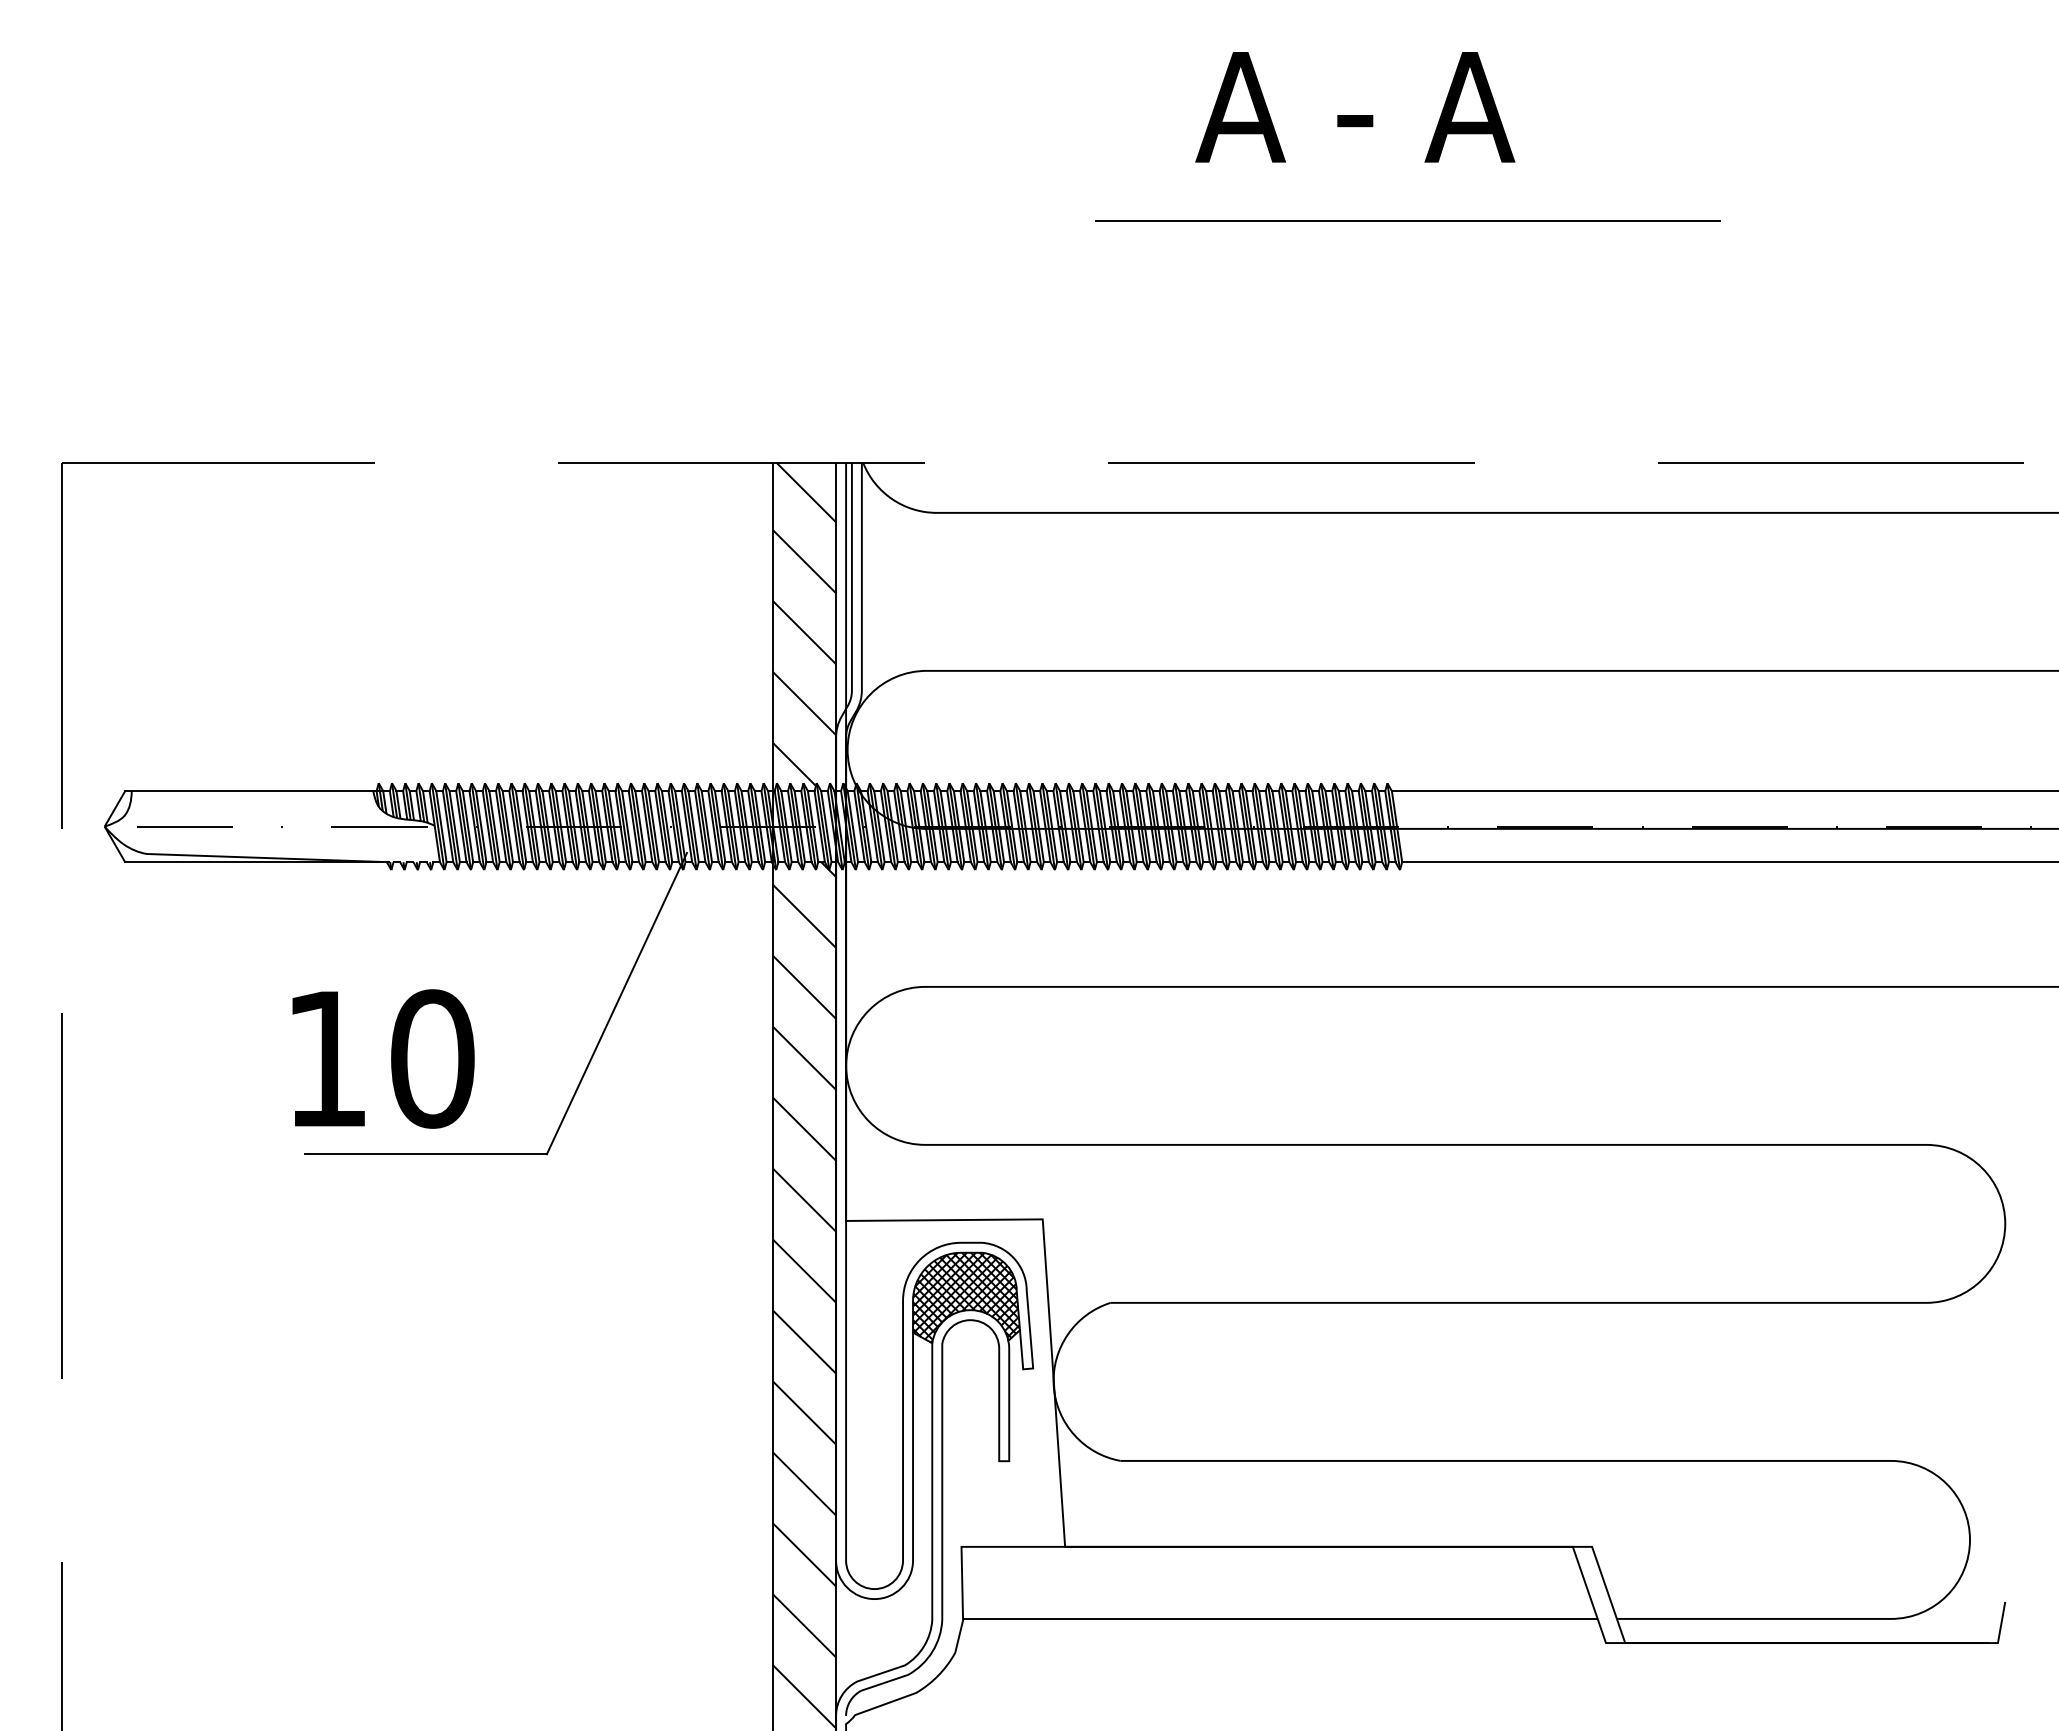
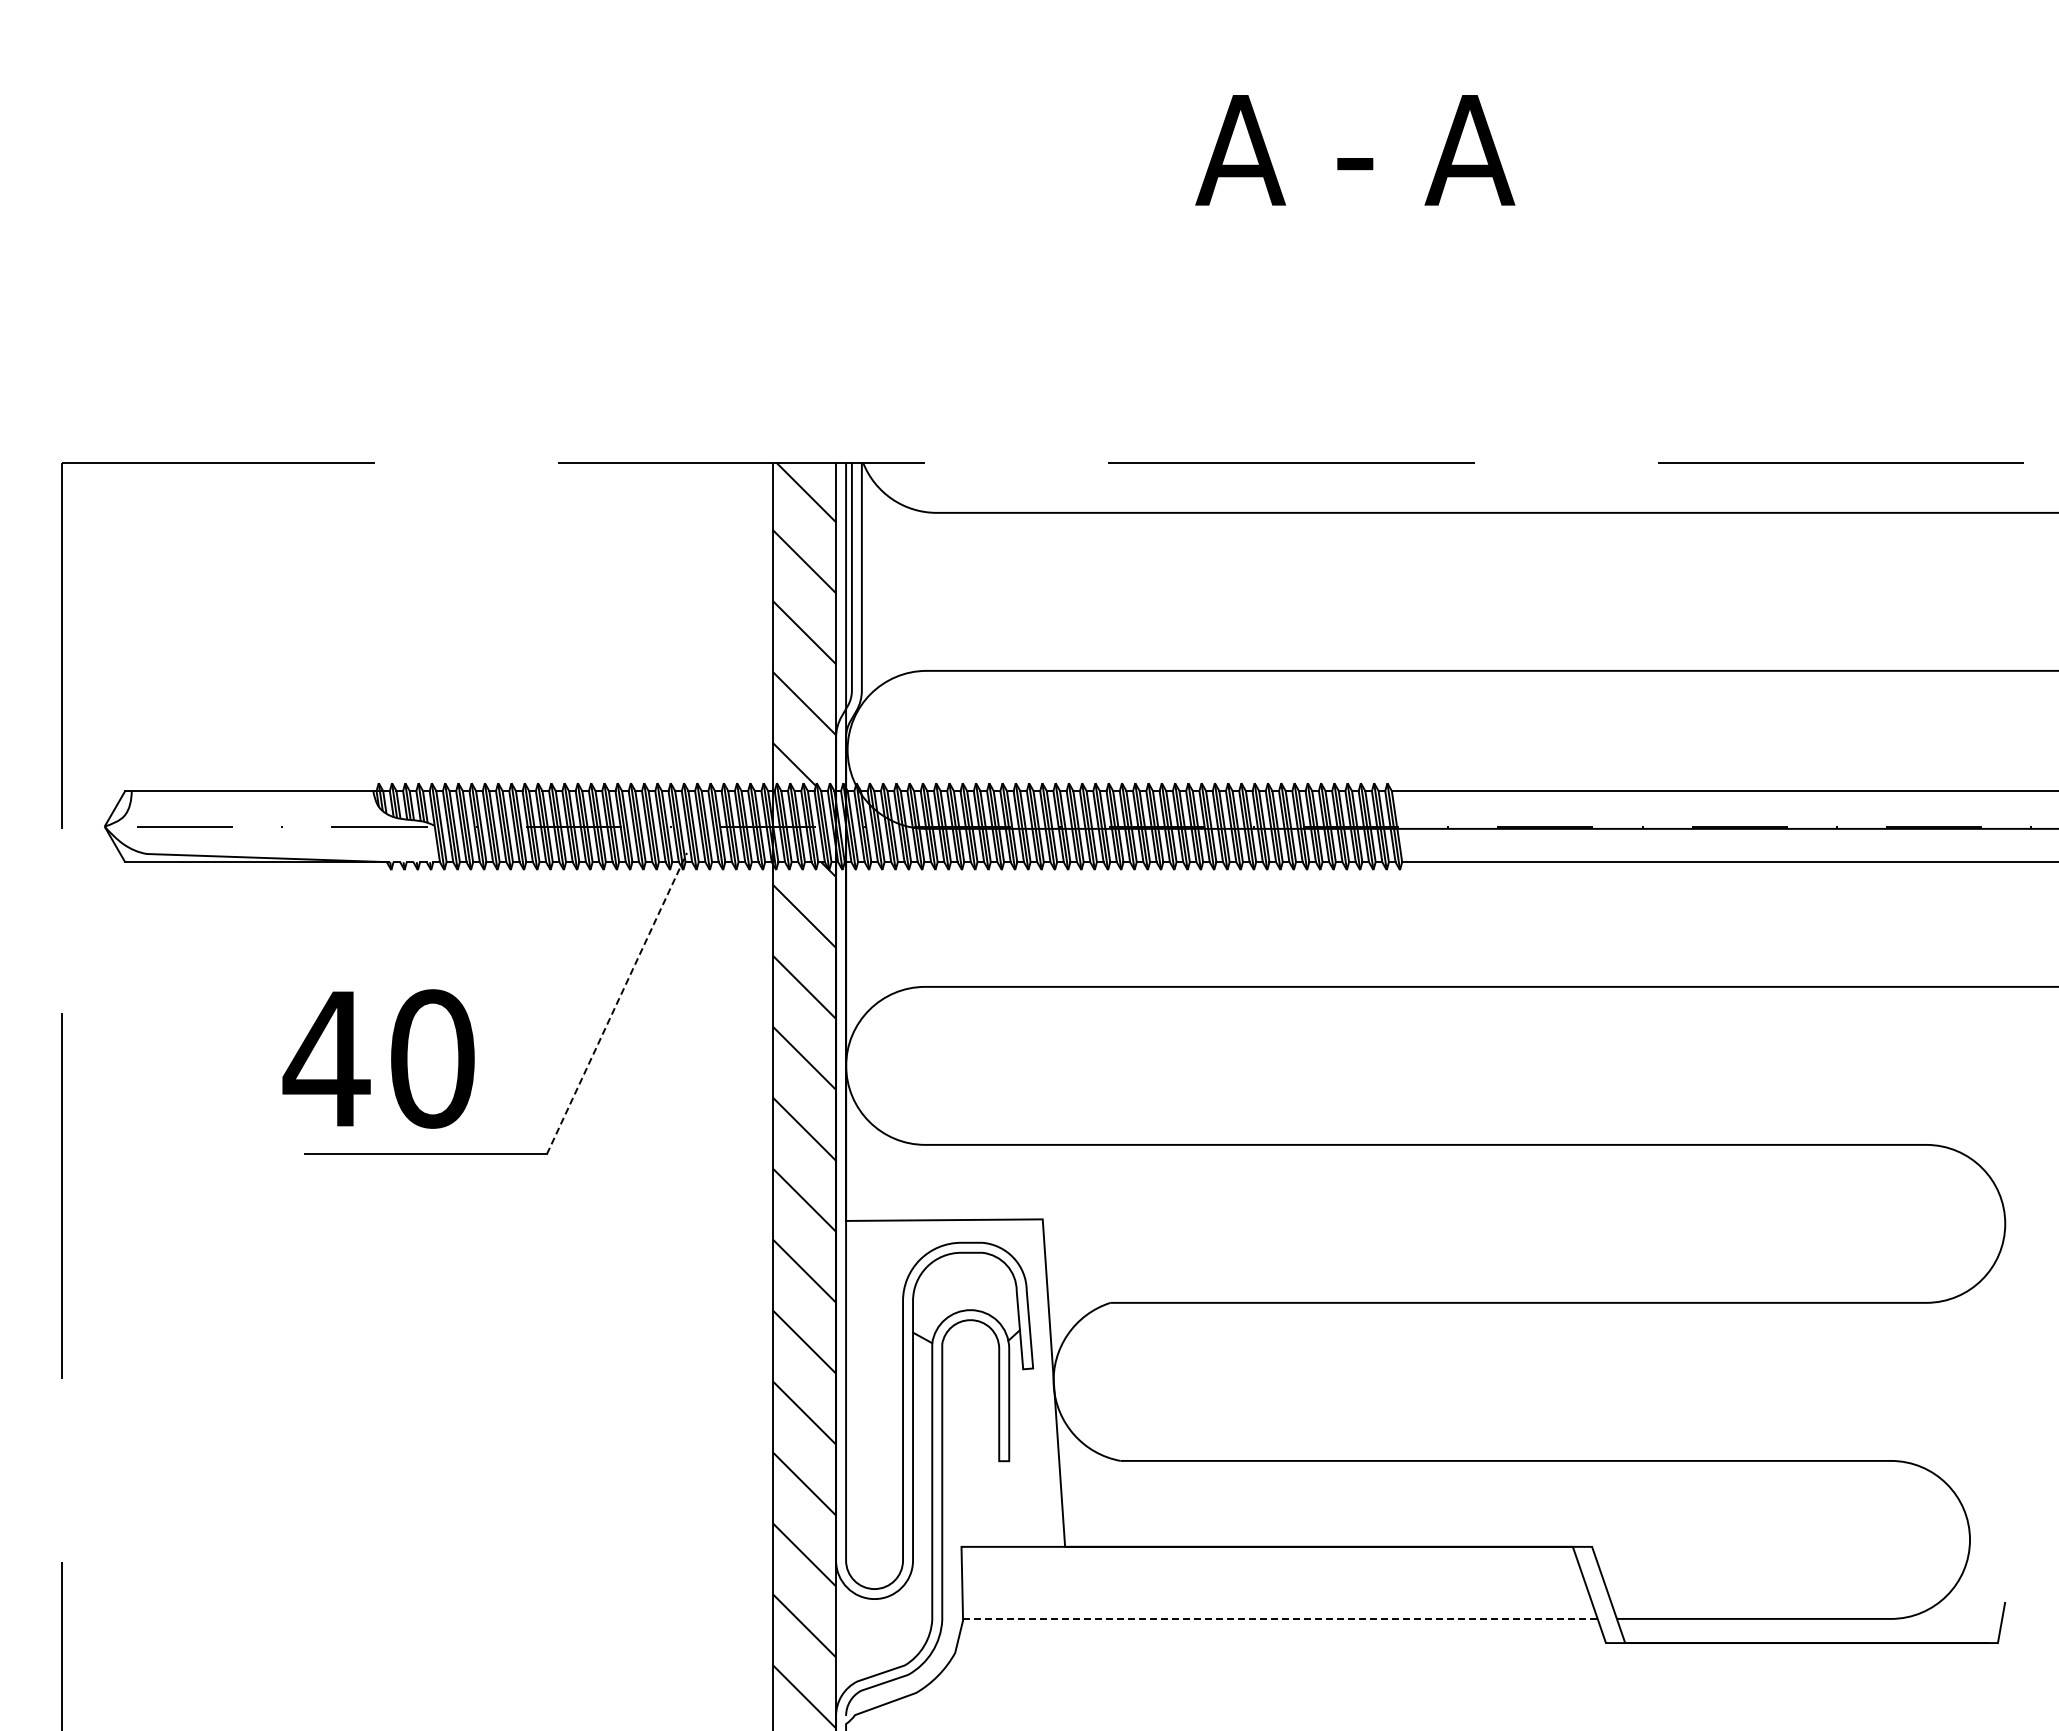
text at (1355, 107) position: (1355, 107) -> (1355, 150)
line at (1407, 220): present -> none
line at (617, 1003): solid -> dashed
text at (326, 1058): 10 -> 40
hatch at (966, 1297): present -> none
line at (1280, 1618): solid -> dashed
